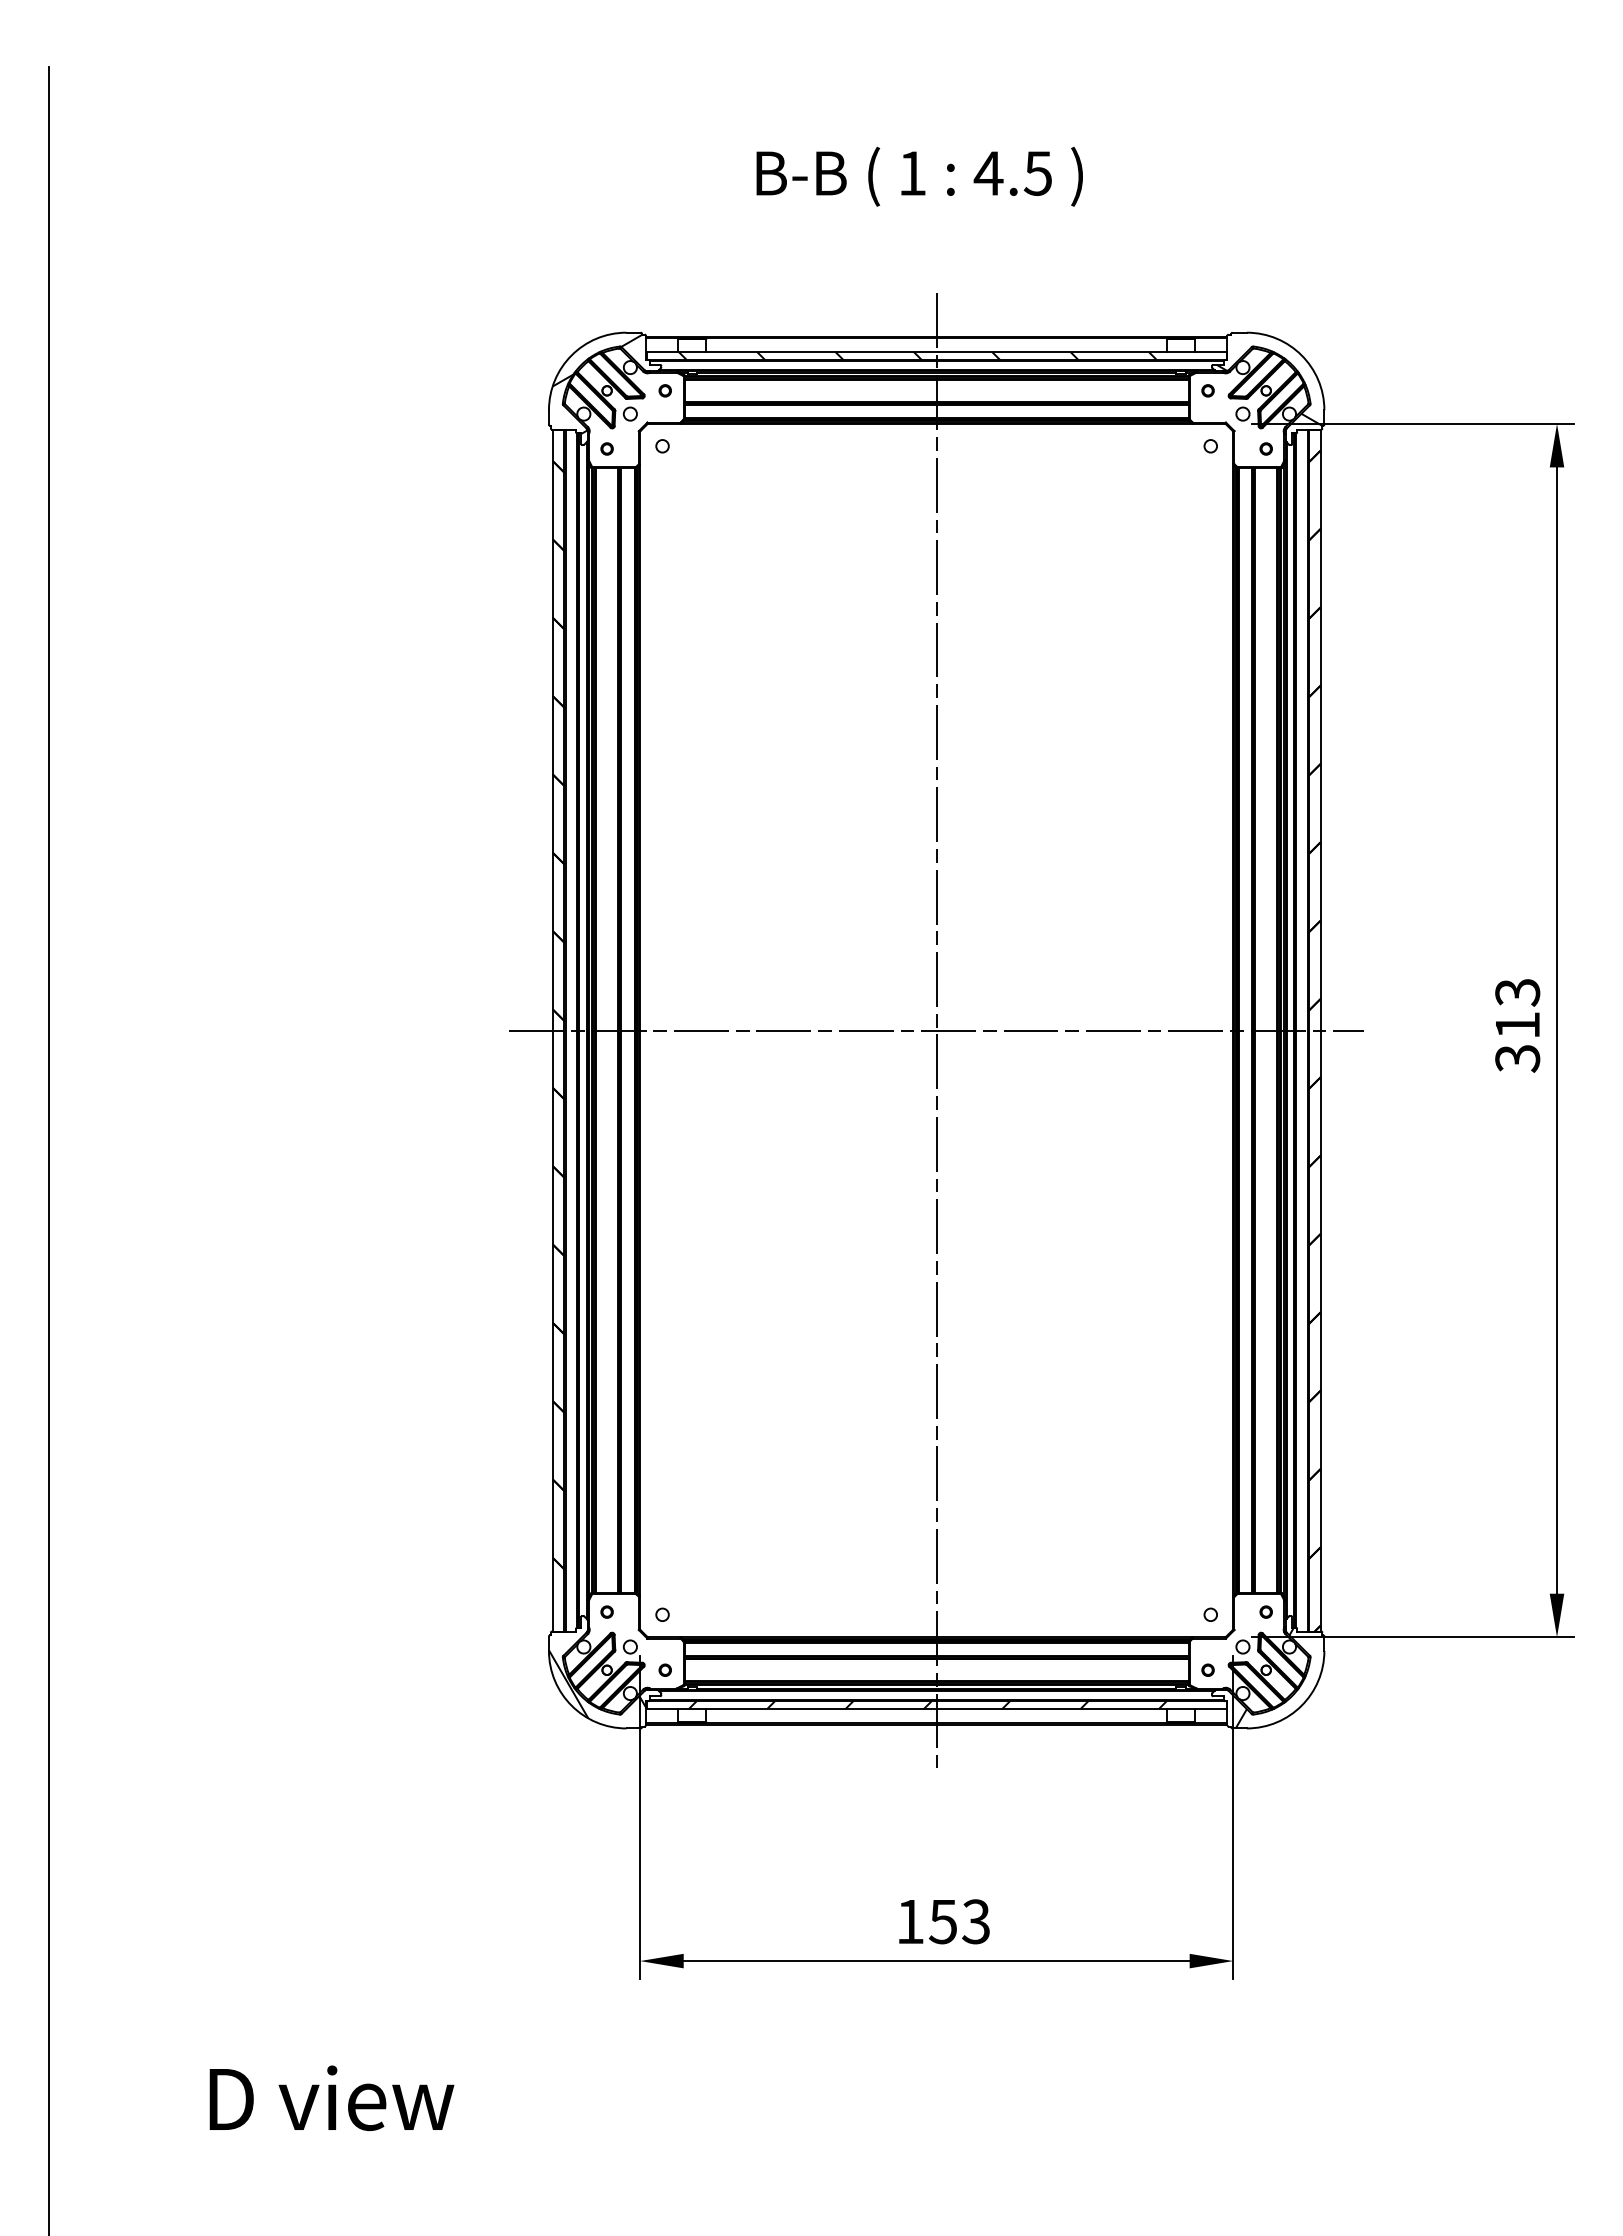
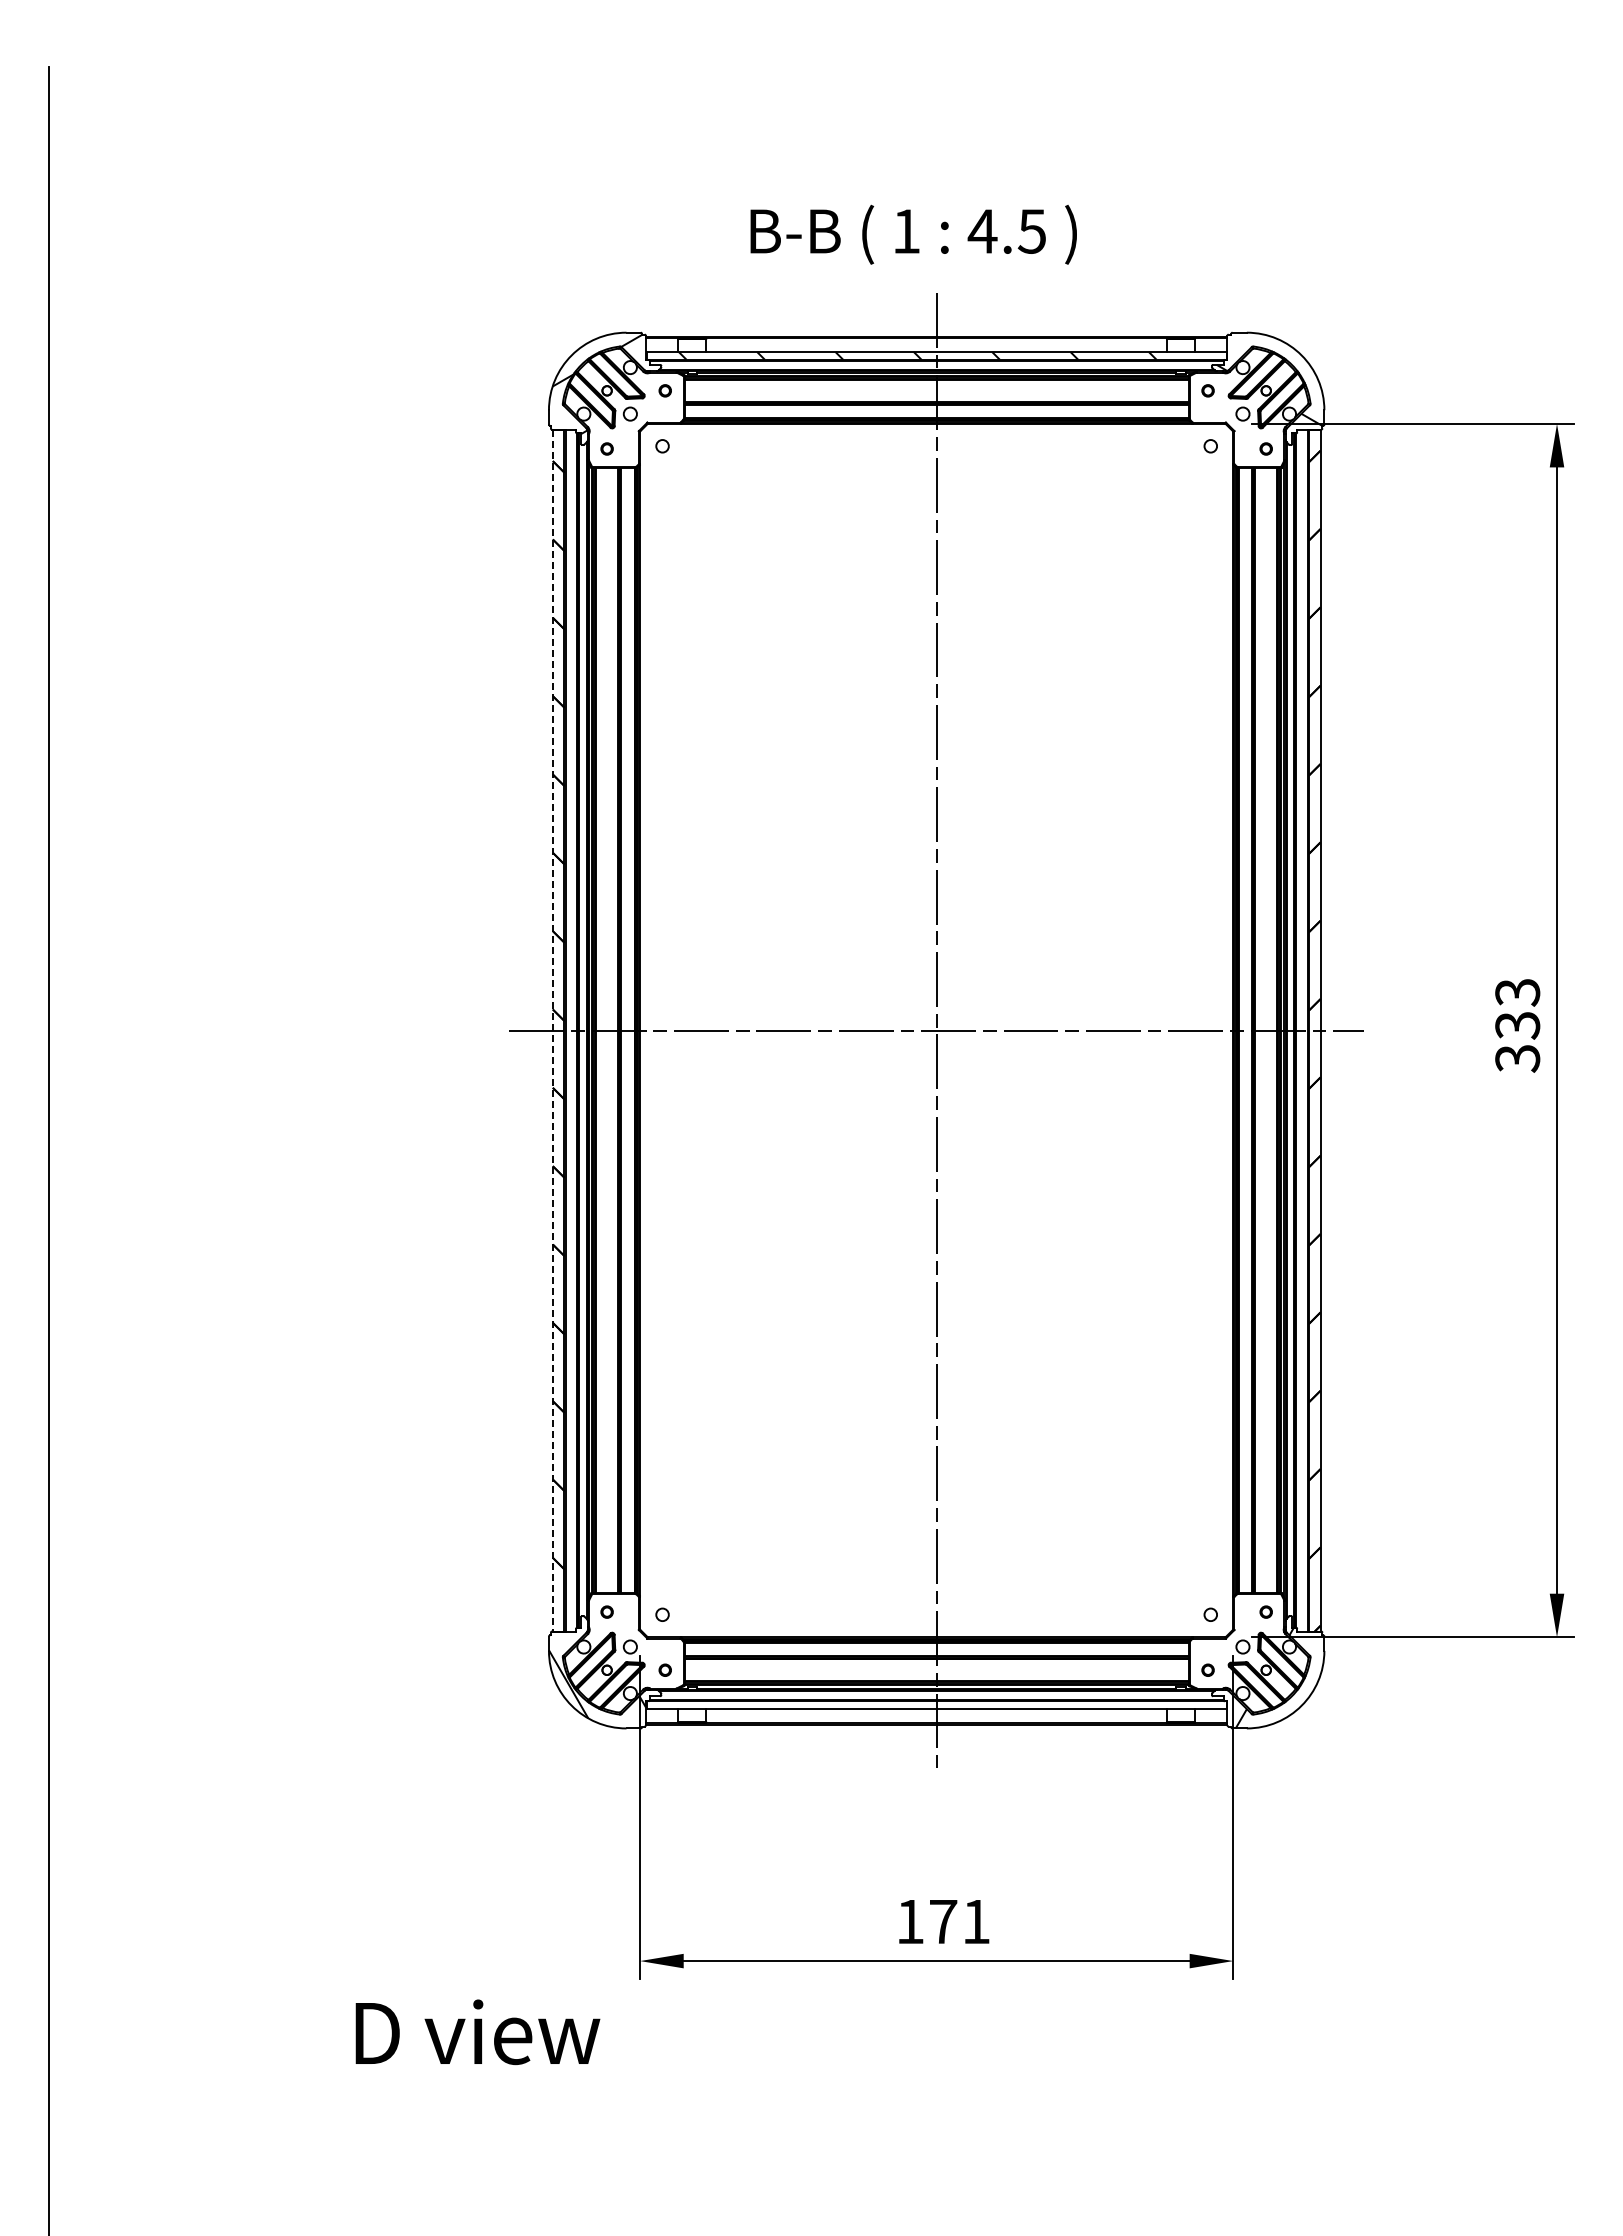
text at (919, 176) position: (919, 176) -> (913, 234)
text at (1517, 1025): 313 -> 333
line at (552, 1030): solid -> dashed
hatch at (927, 1705): present -> none
text at (958, 1921): 153 -> 171
text at (331, 2098) position: (331, 2098) -> (477, 2032)
